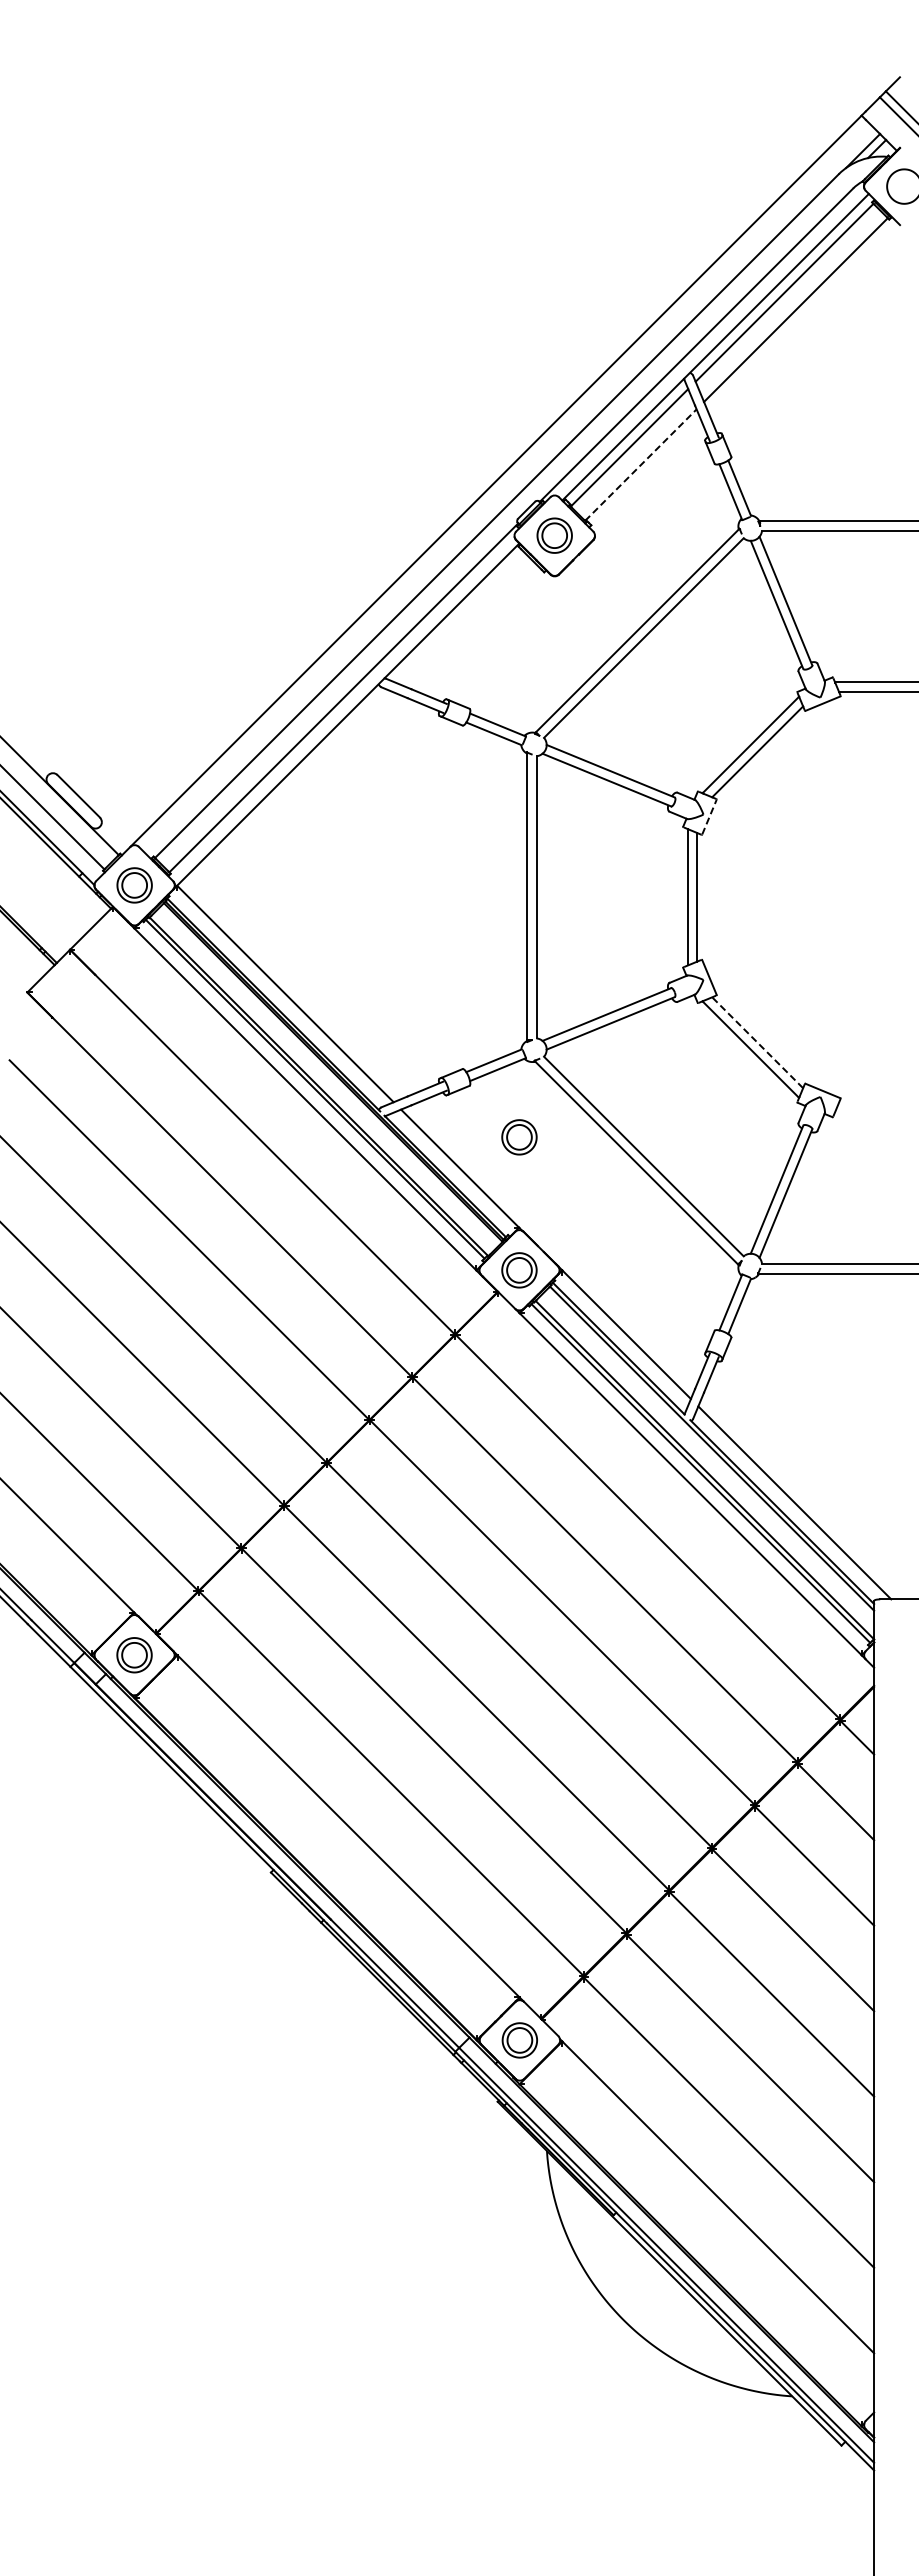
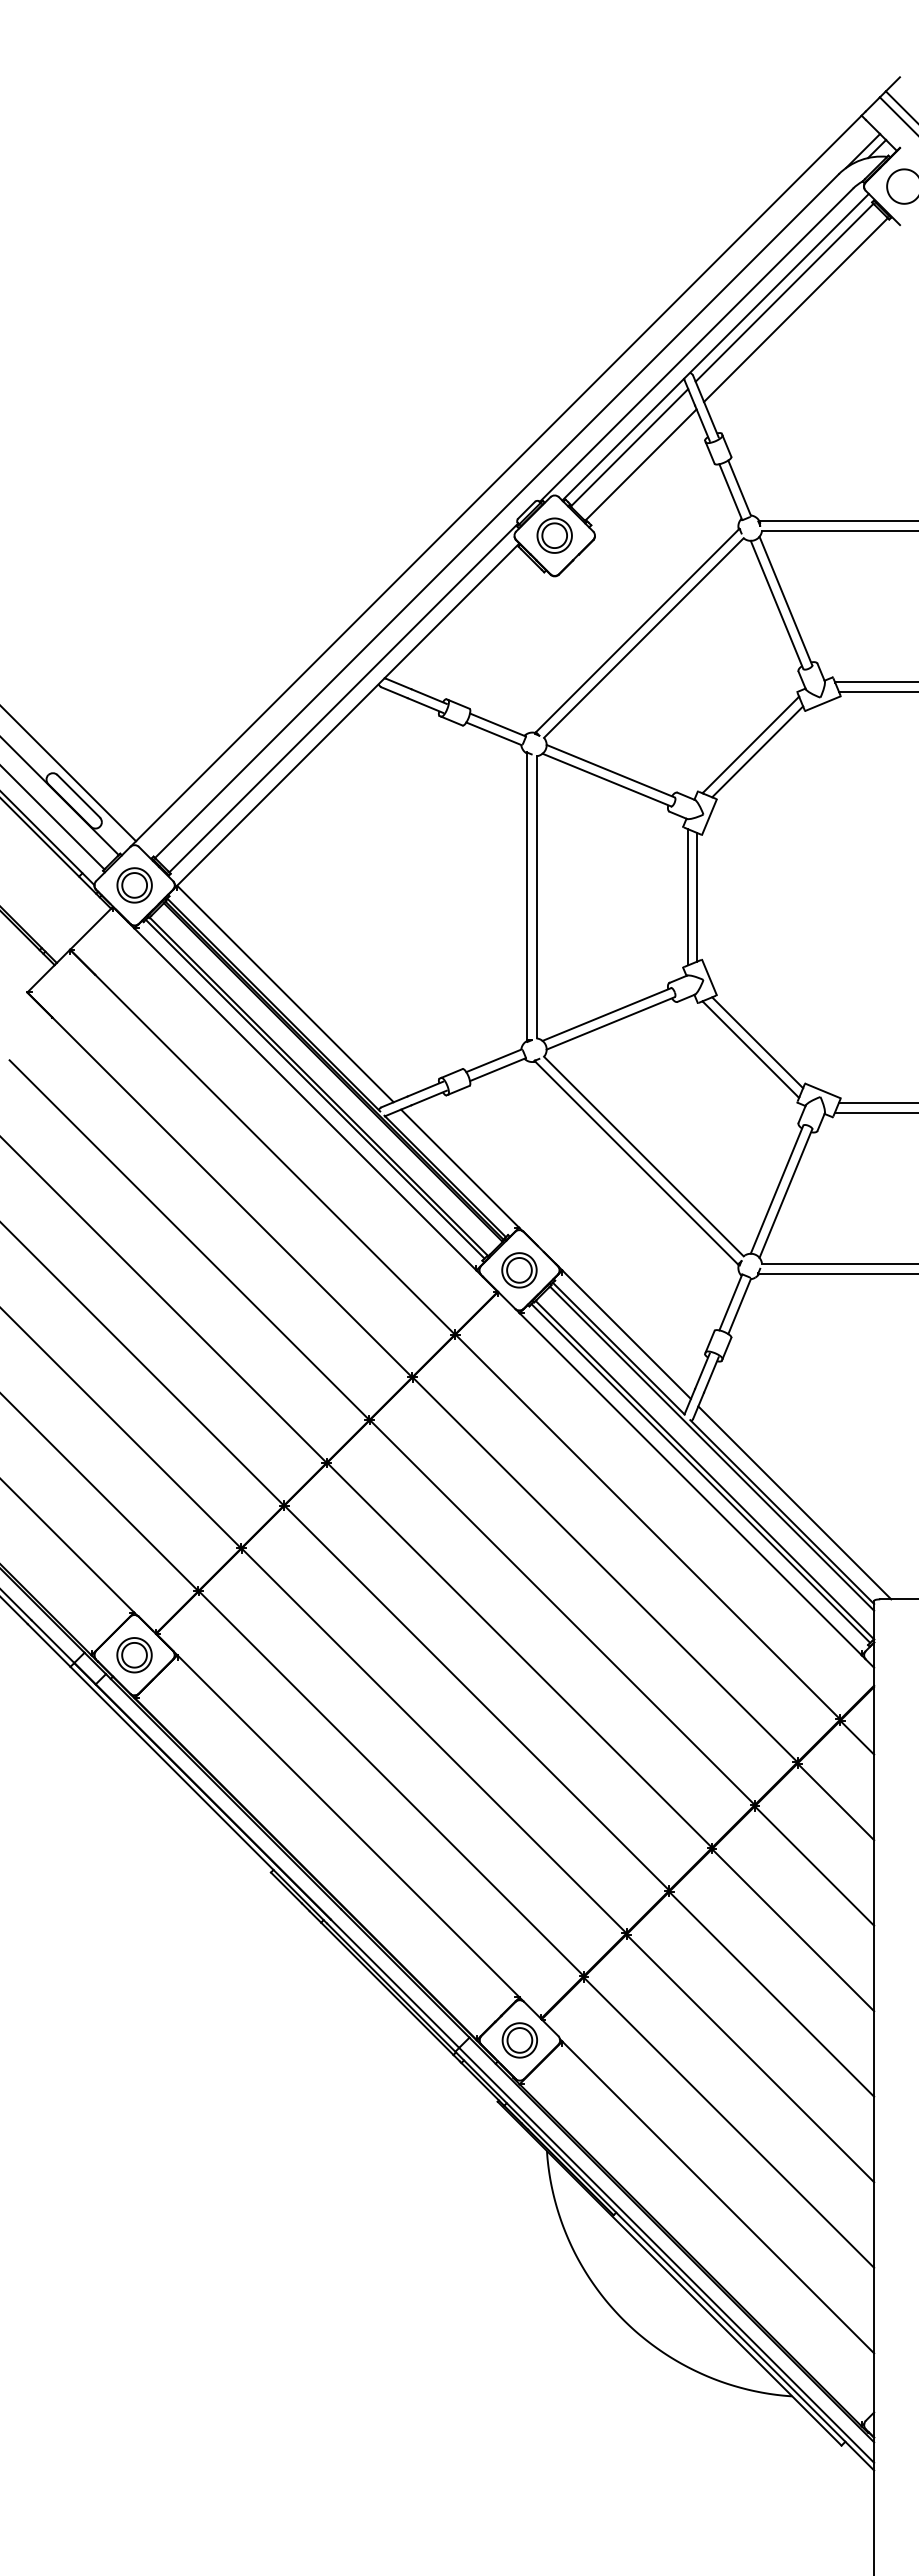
line at (640, 465): dashed -> solid
line at (69, 774): none -> present
line at (709, 817): dashed -> solid
line at (757, 1042): dashed -> solid
line at (876, 1103): none -> present
line at (874, 1112): none -> present
part at (519, 1137): present -> none
